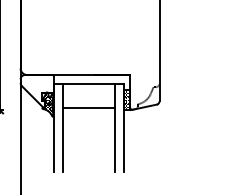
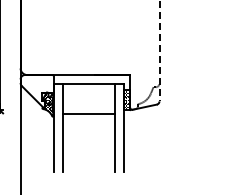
line at (159, 51): solid -> dashed
line at (88, 108) position: (88, 108) -> (88, 114)
